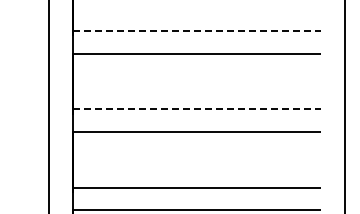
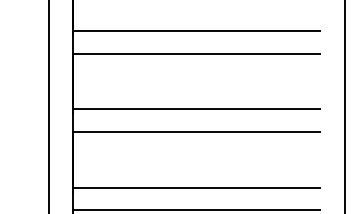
line at (197, 30): dashed -> solid
line at (197, 109): dashed -> solid
